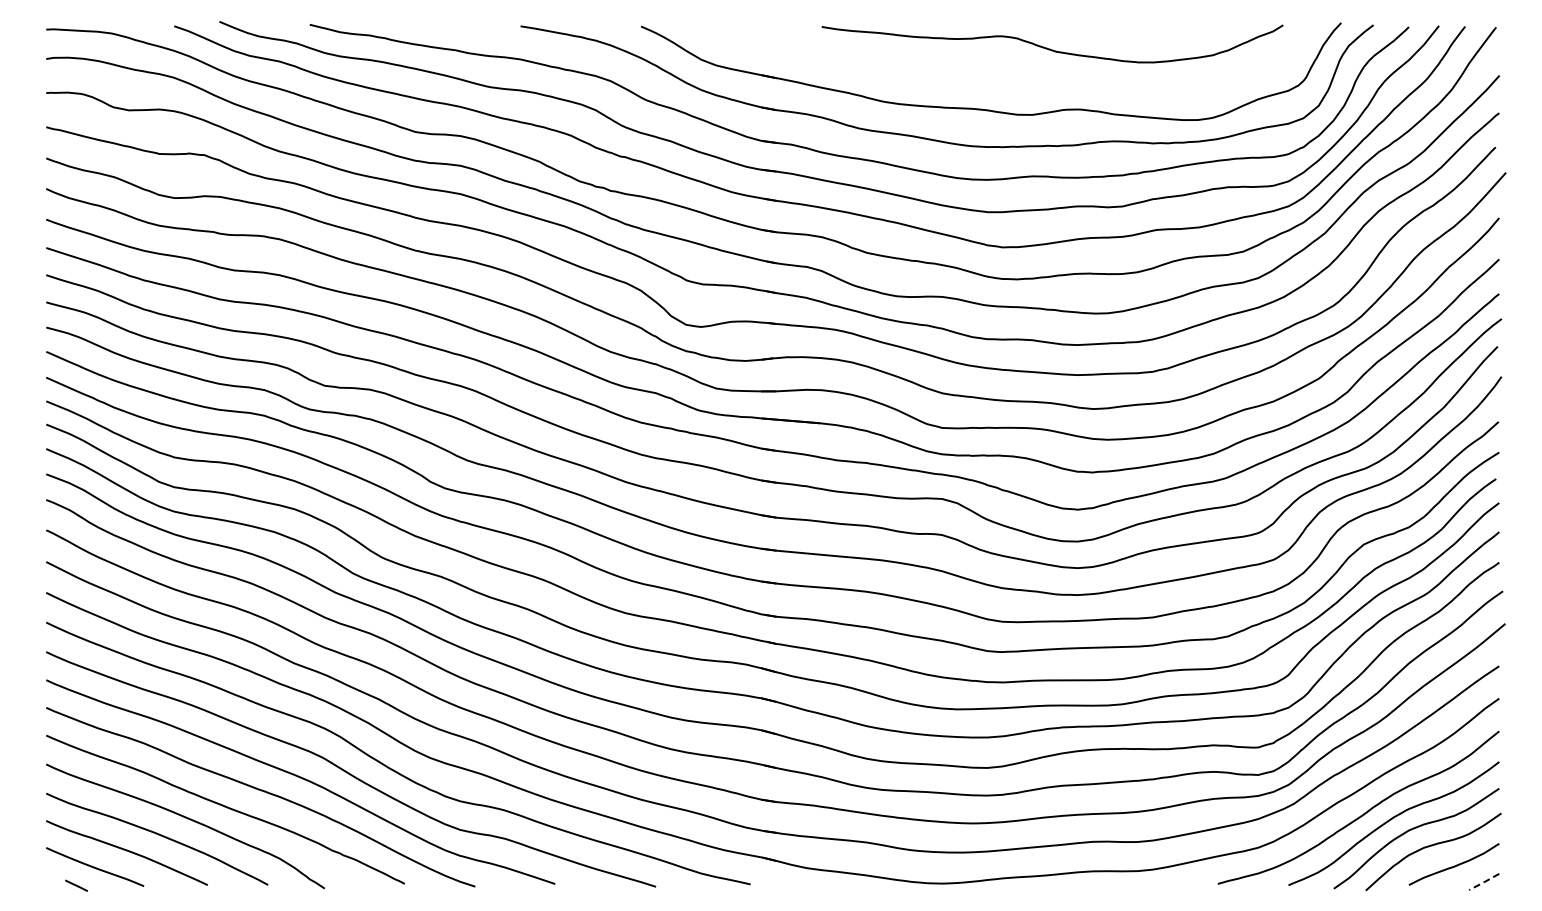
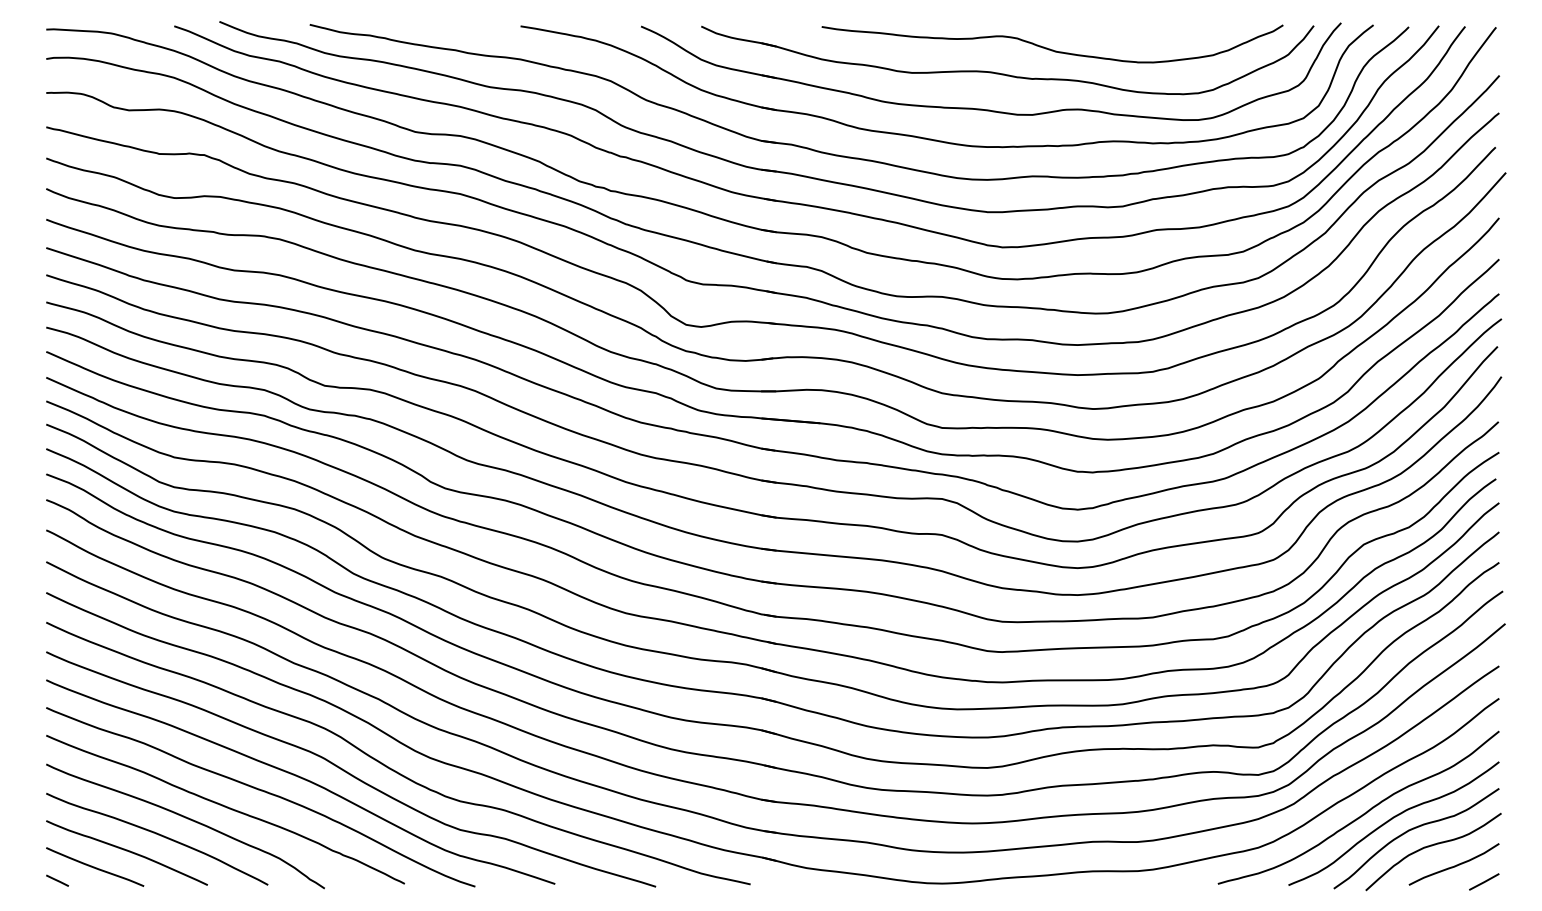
part at (1004, 73): none -> present
line at (1484, 882): dashed -> solid
line at (76, 885) position: (76, 885) -> (57, 880)
